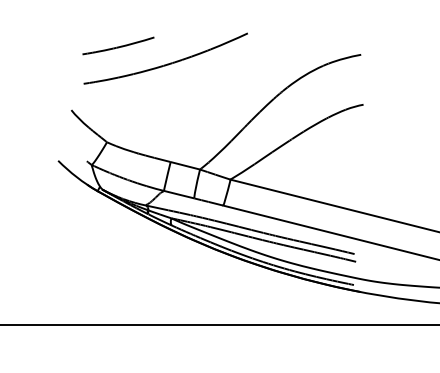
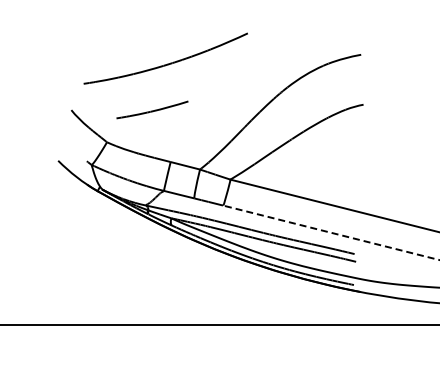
part at (118, 45) position: (118, 45) -> (152, 109)
line at (330, 232): solid -> dashed
